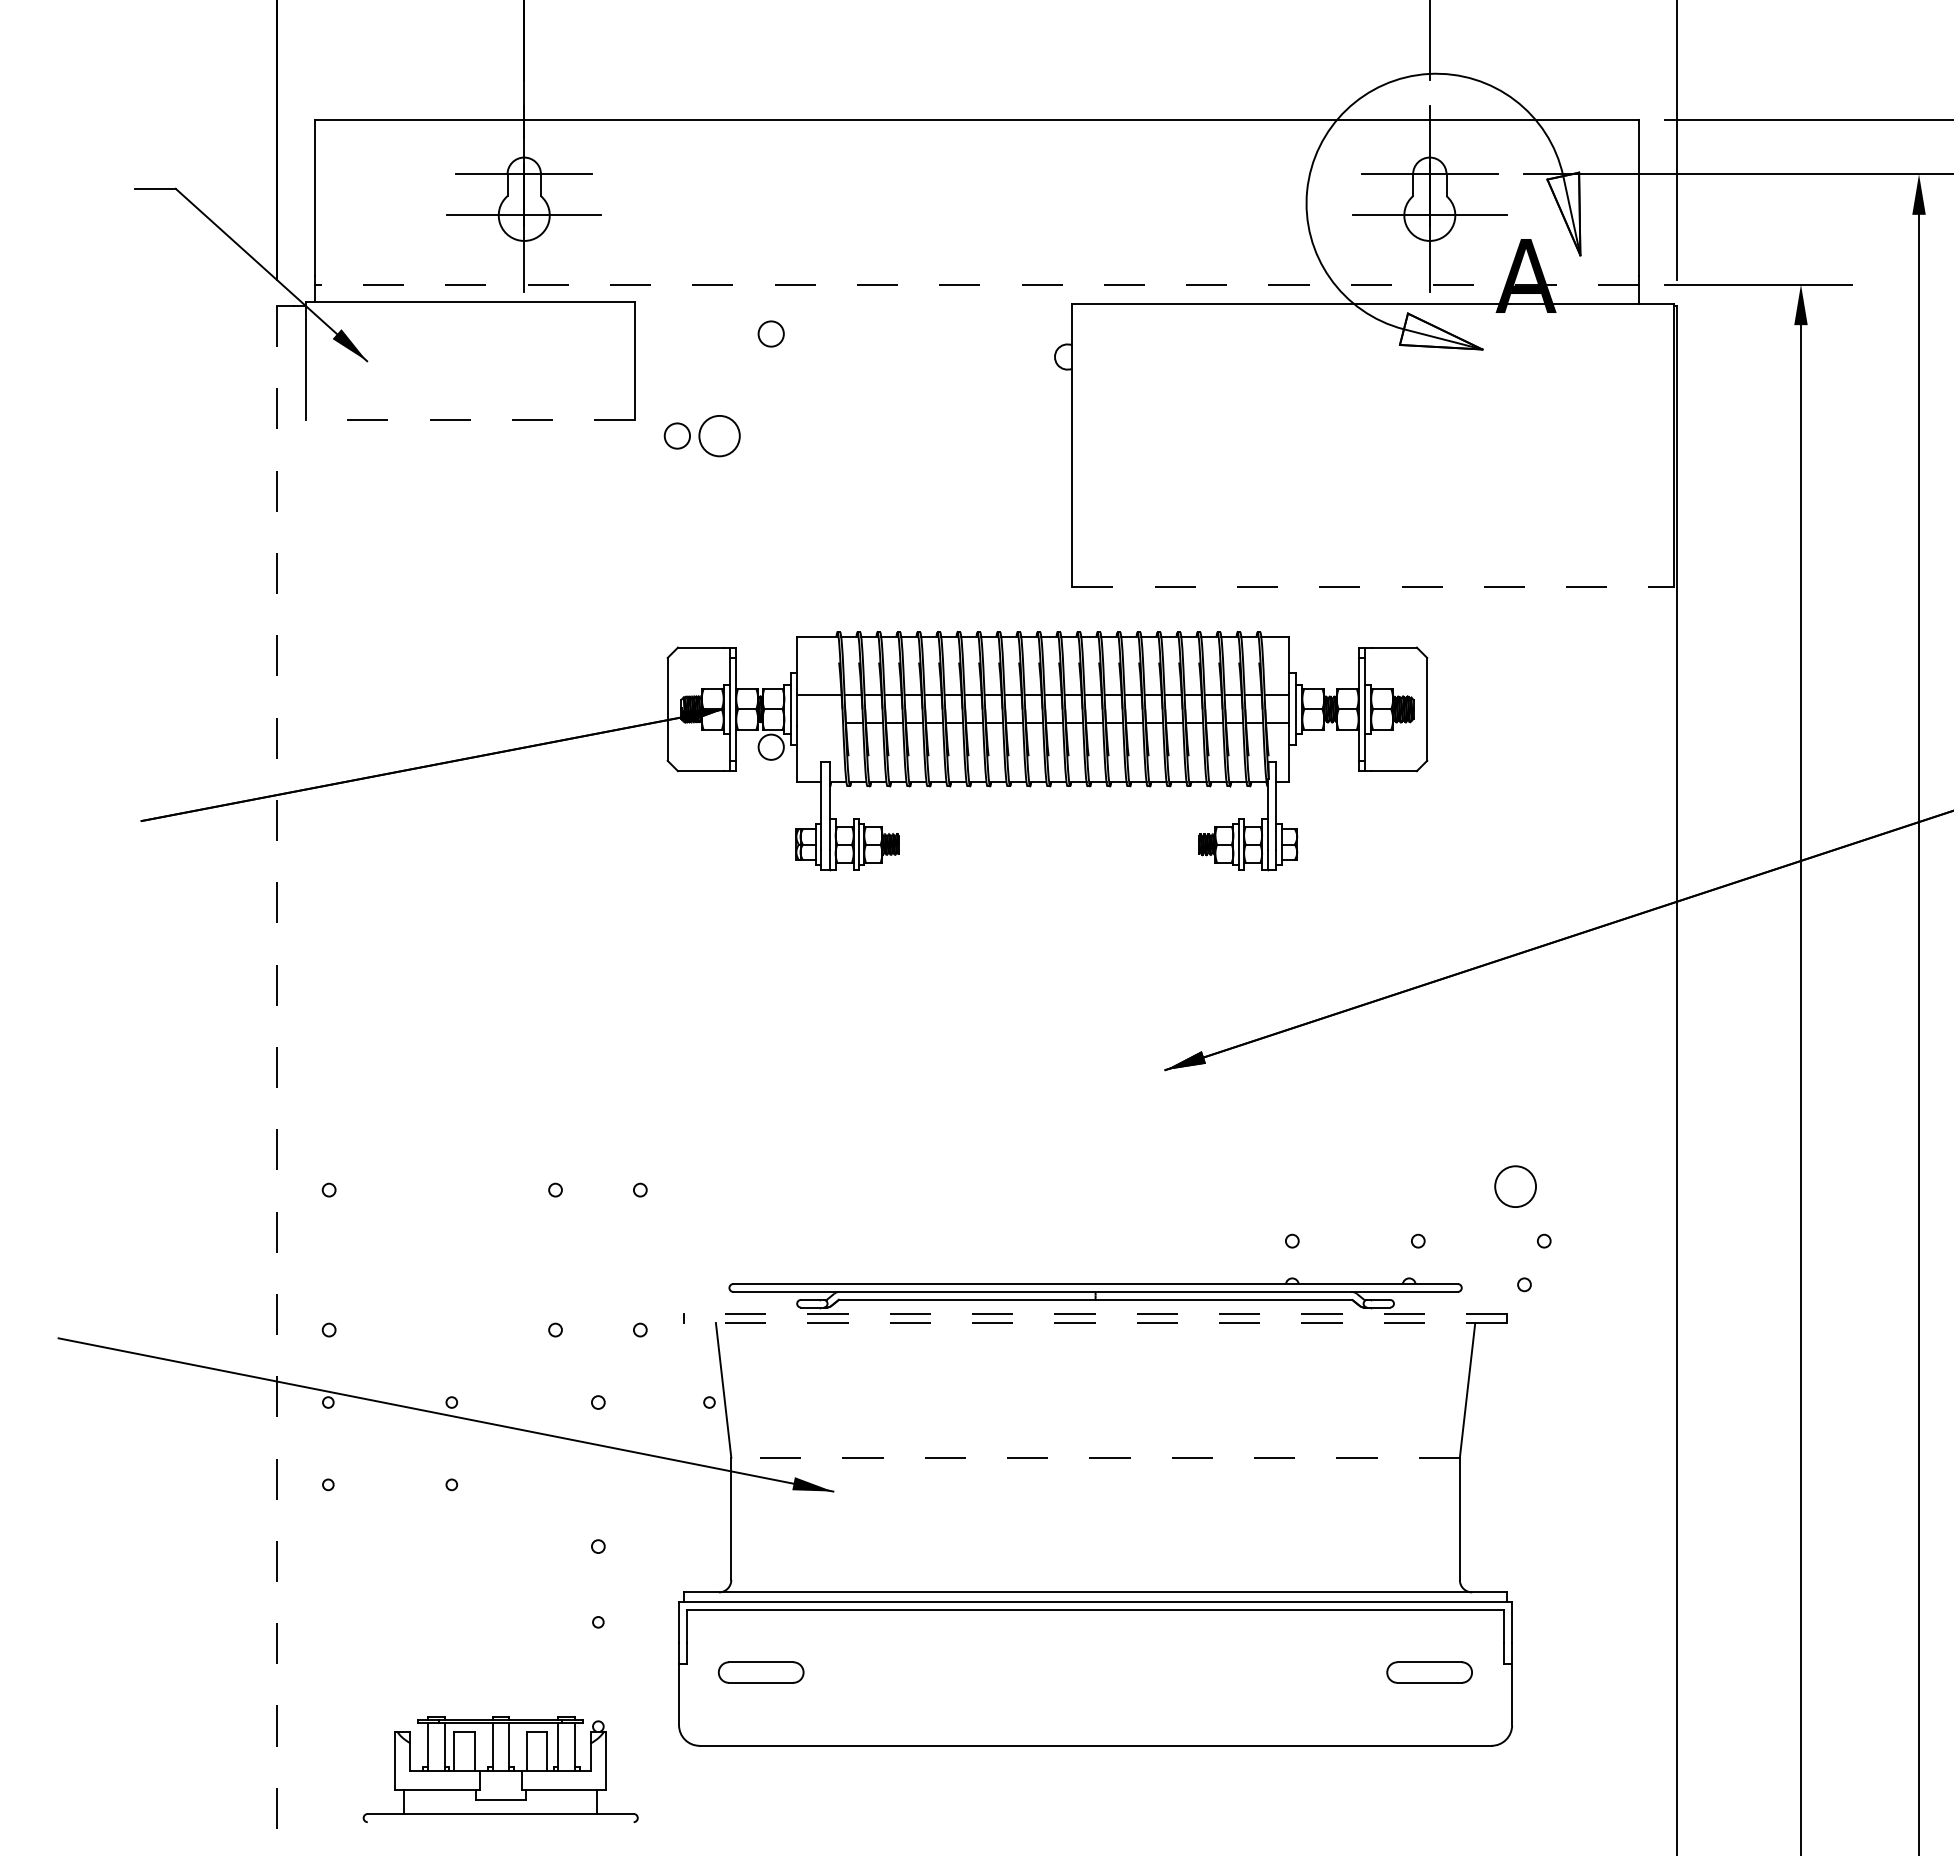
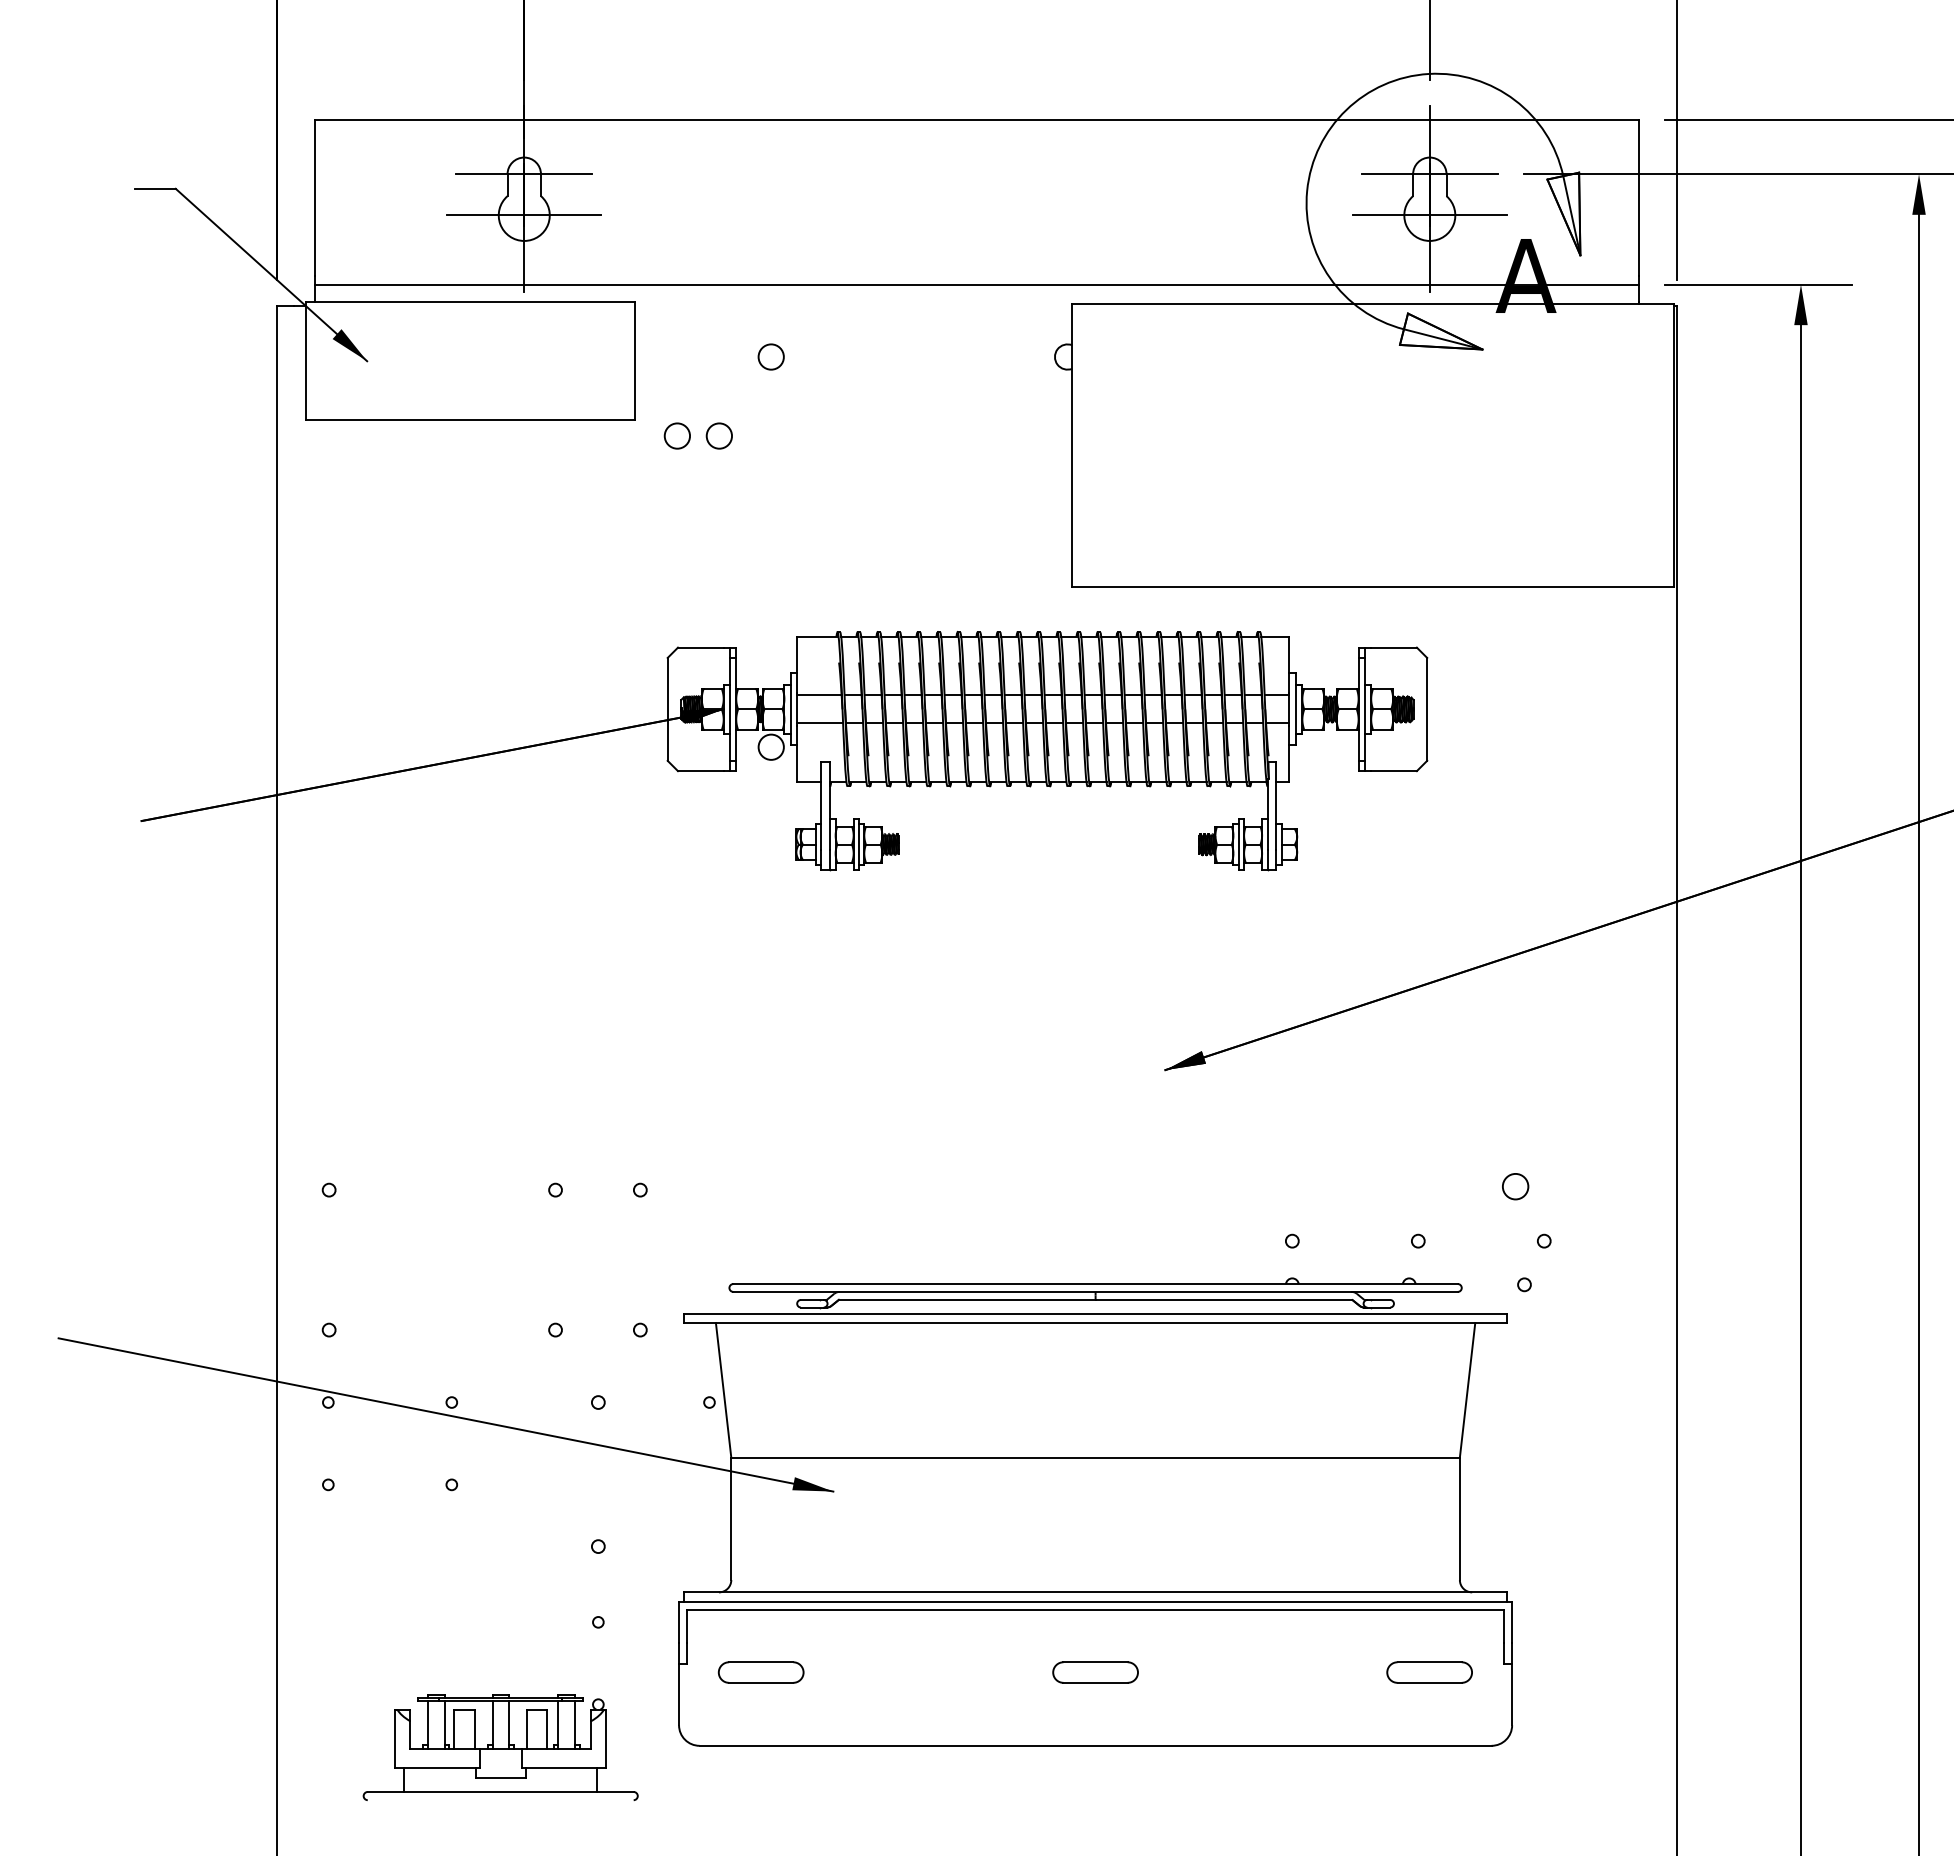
line at (977, 284): dashed -> solid
circle at (770, 333) position: (770, 333) -> (770, 356)
line at (470, 420): dashed -> solid
circle at (719, 436) size: 43x43 px -> 28x28 px
line at (1373, 586): dashed -> solid
line at (820, 723): none -> present
line at (277, 1081): dashed -> solid
circle at (1515, 1186) diameter: 41 px -> 26 px
line at (1095, 1313): dashed -> solid
line at (1095, 1323): dashed -> solid
line at (1095, 1457): dashed -> solid
part at (1095, 1672): none -> present
part at (500, 1769) position: (500, 1769) -> (500, 1747)
